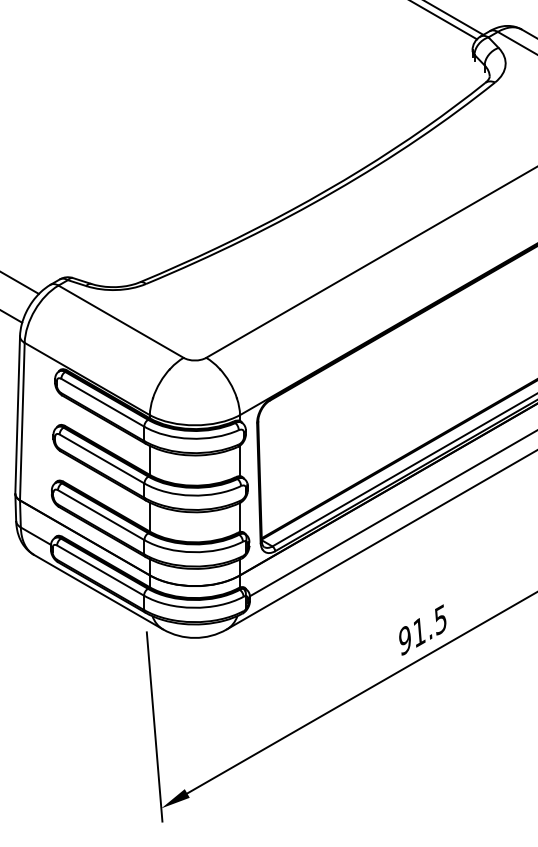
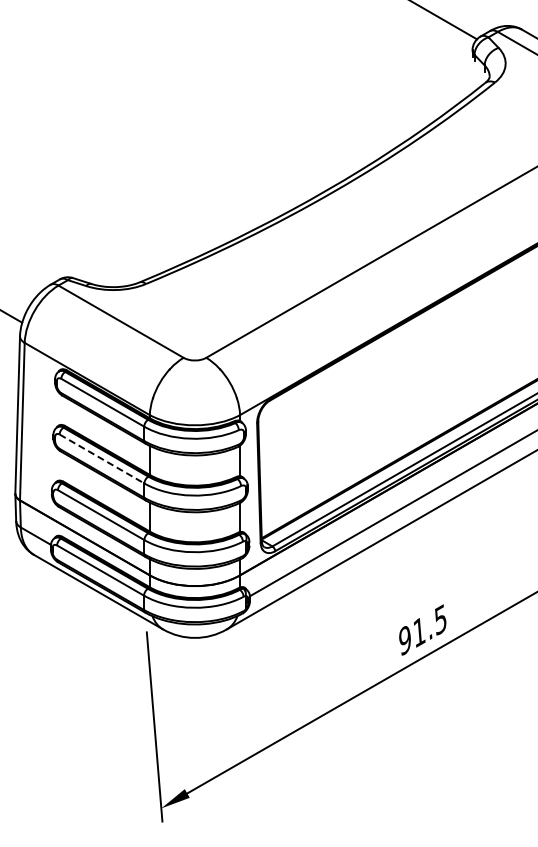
line at (455, 18): present -> none
line at (20, 282): present -> none
line at (102, 459): solid -> dashed
